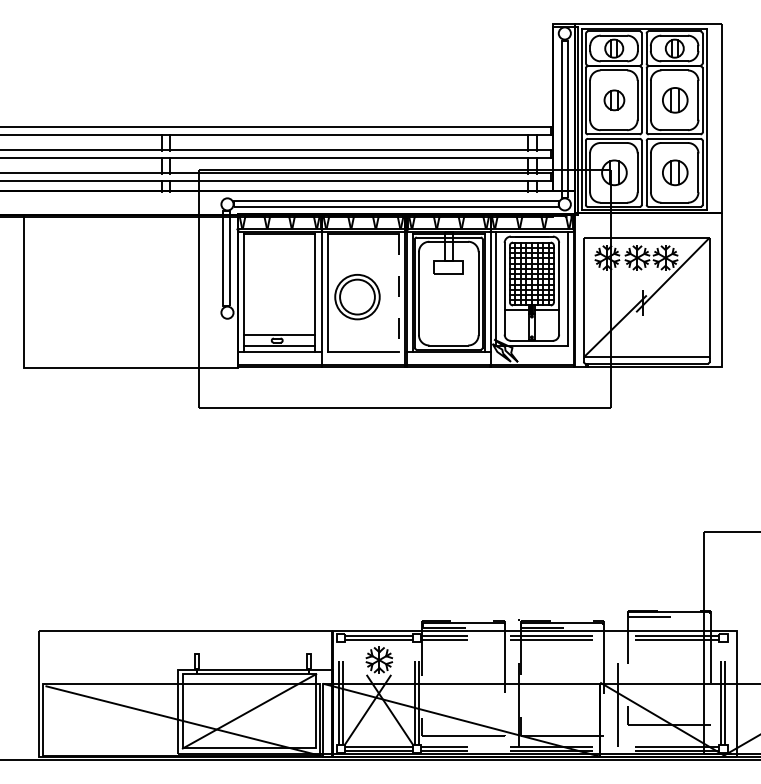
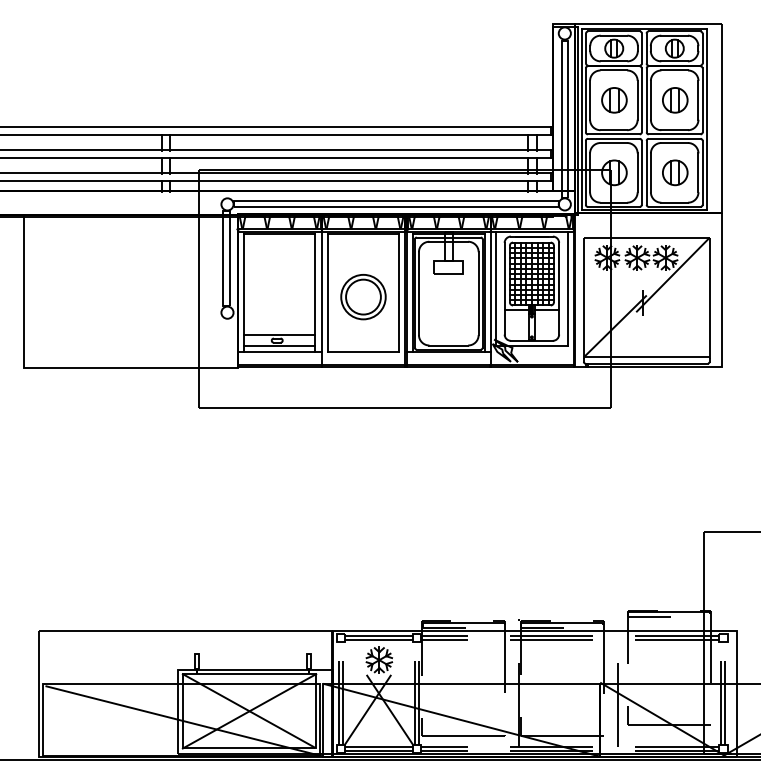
part at (614, 100) size: 23x23 px -> 27x27 px
line at (399, 293): dashed -> solid
part at (357, 297) position: (357, 297) -> (363, 297)
line at (248, 710): none -> present
